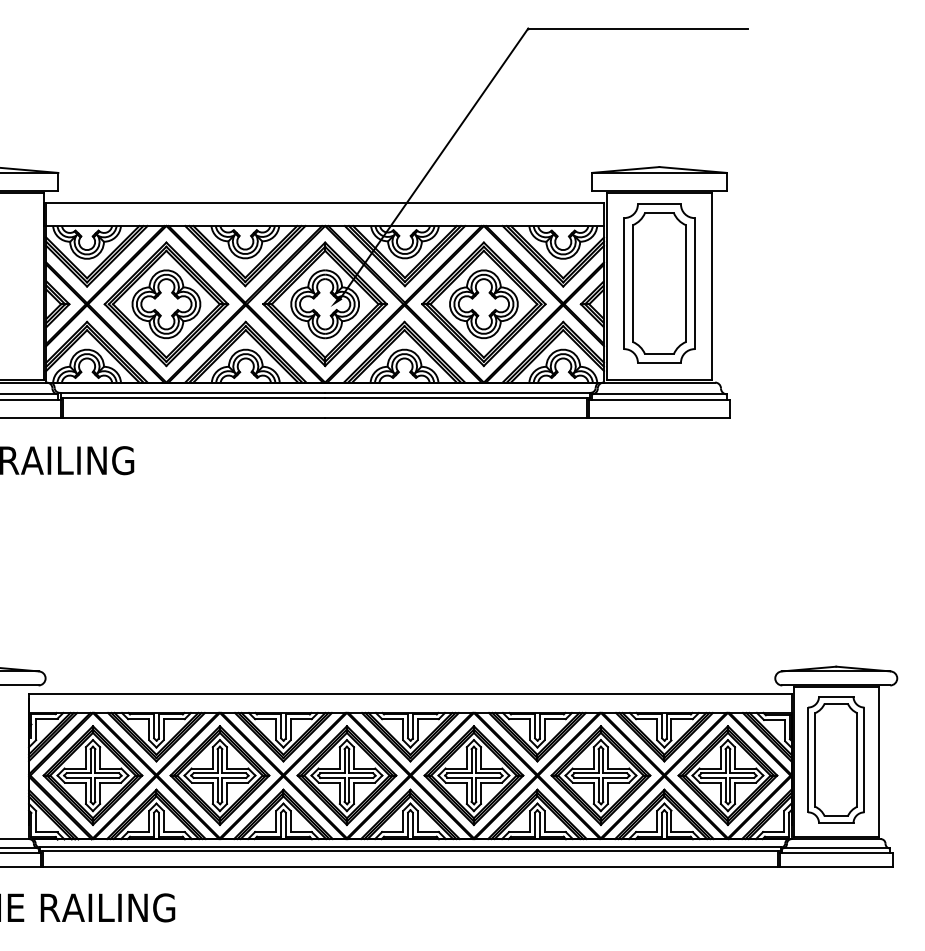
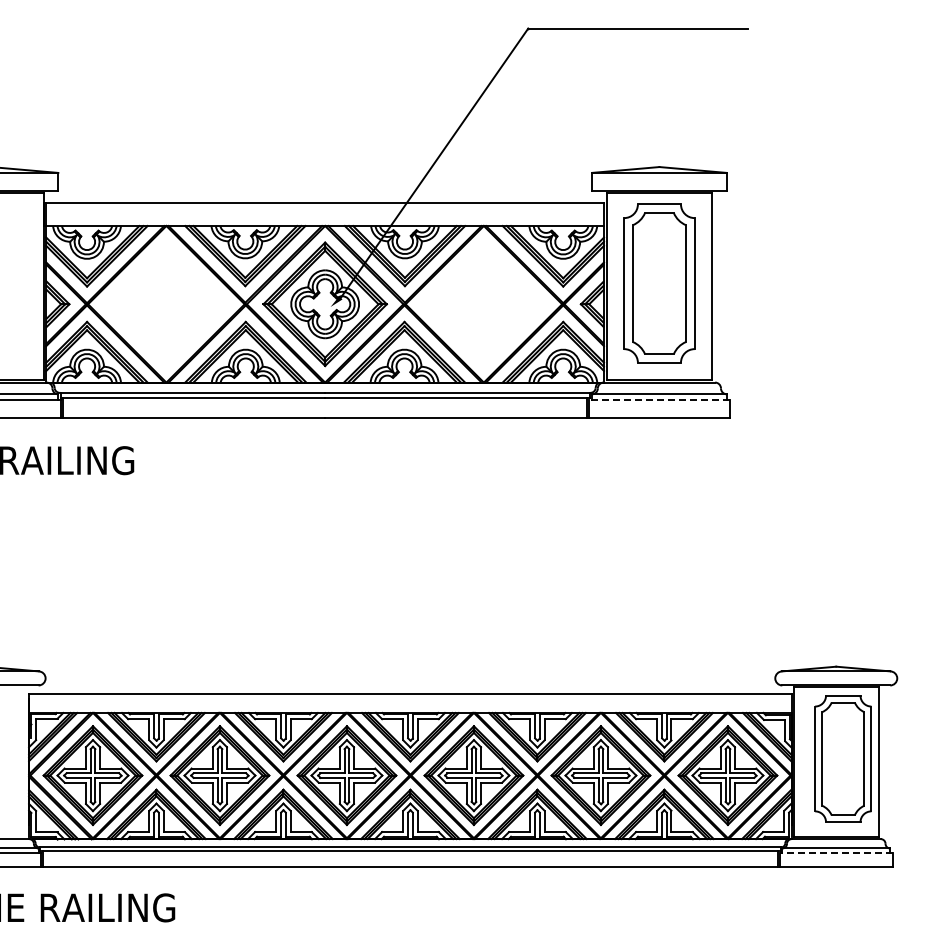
part at (166, 304): present -> none
part at (483, 304): present -> none
line at (658, 400): solid -> dashed
part at (835, 759) position: (835, 759) -> (842, 758)
line at (835, 853): solid -> dashed
